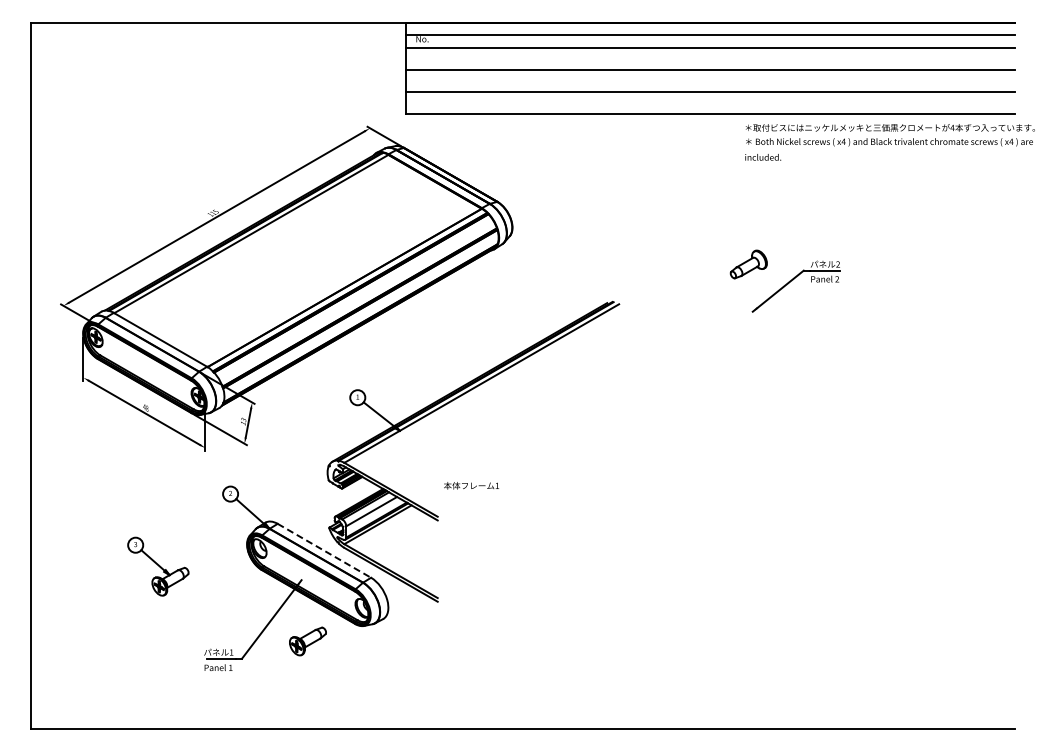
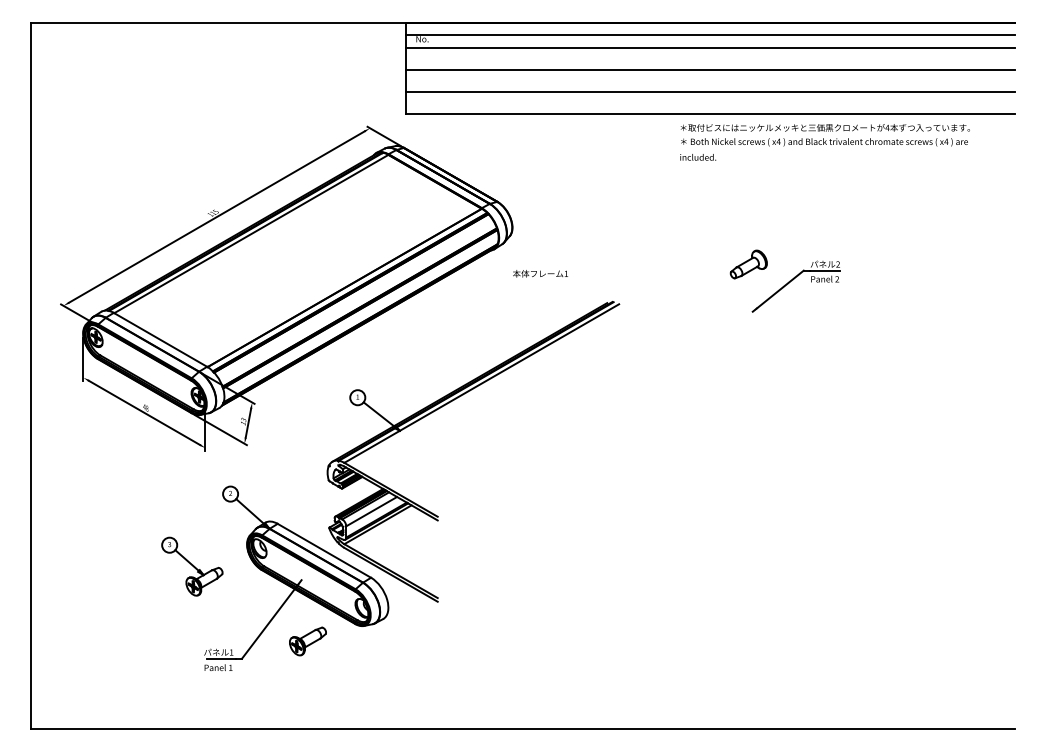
text at (889, 142) position: (889, 142) -> (824, 142)
text at (471, 485) position: (471, 485) -> (540, 273)
line at (324, 550): dashed -> solid
part at (158, 566) position: (158, 566) -> (192, 566)
